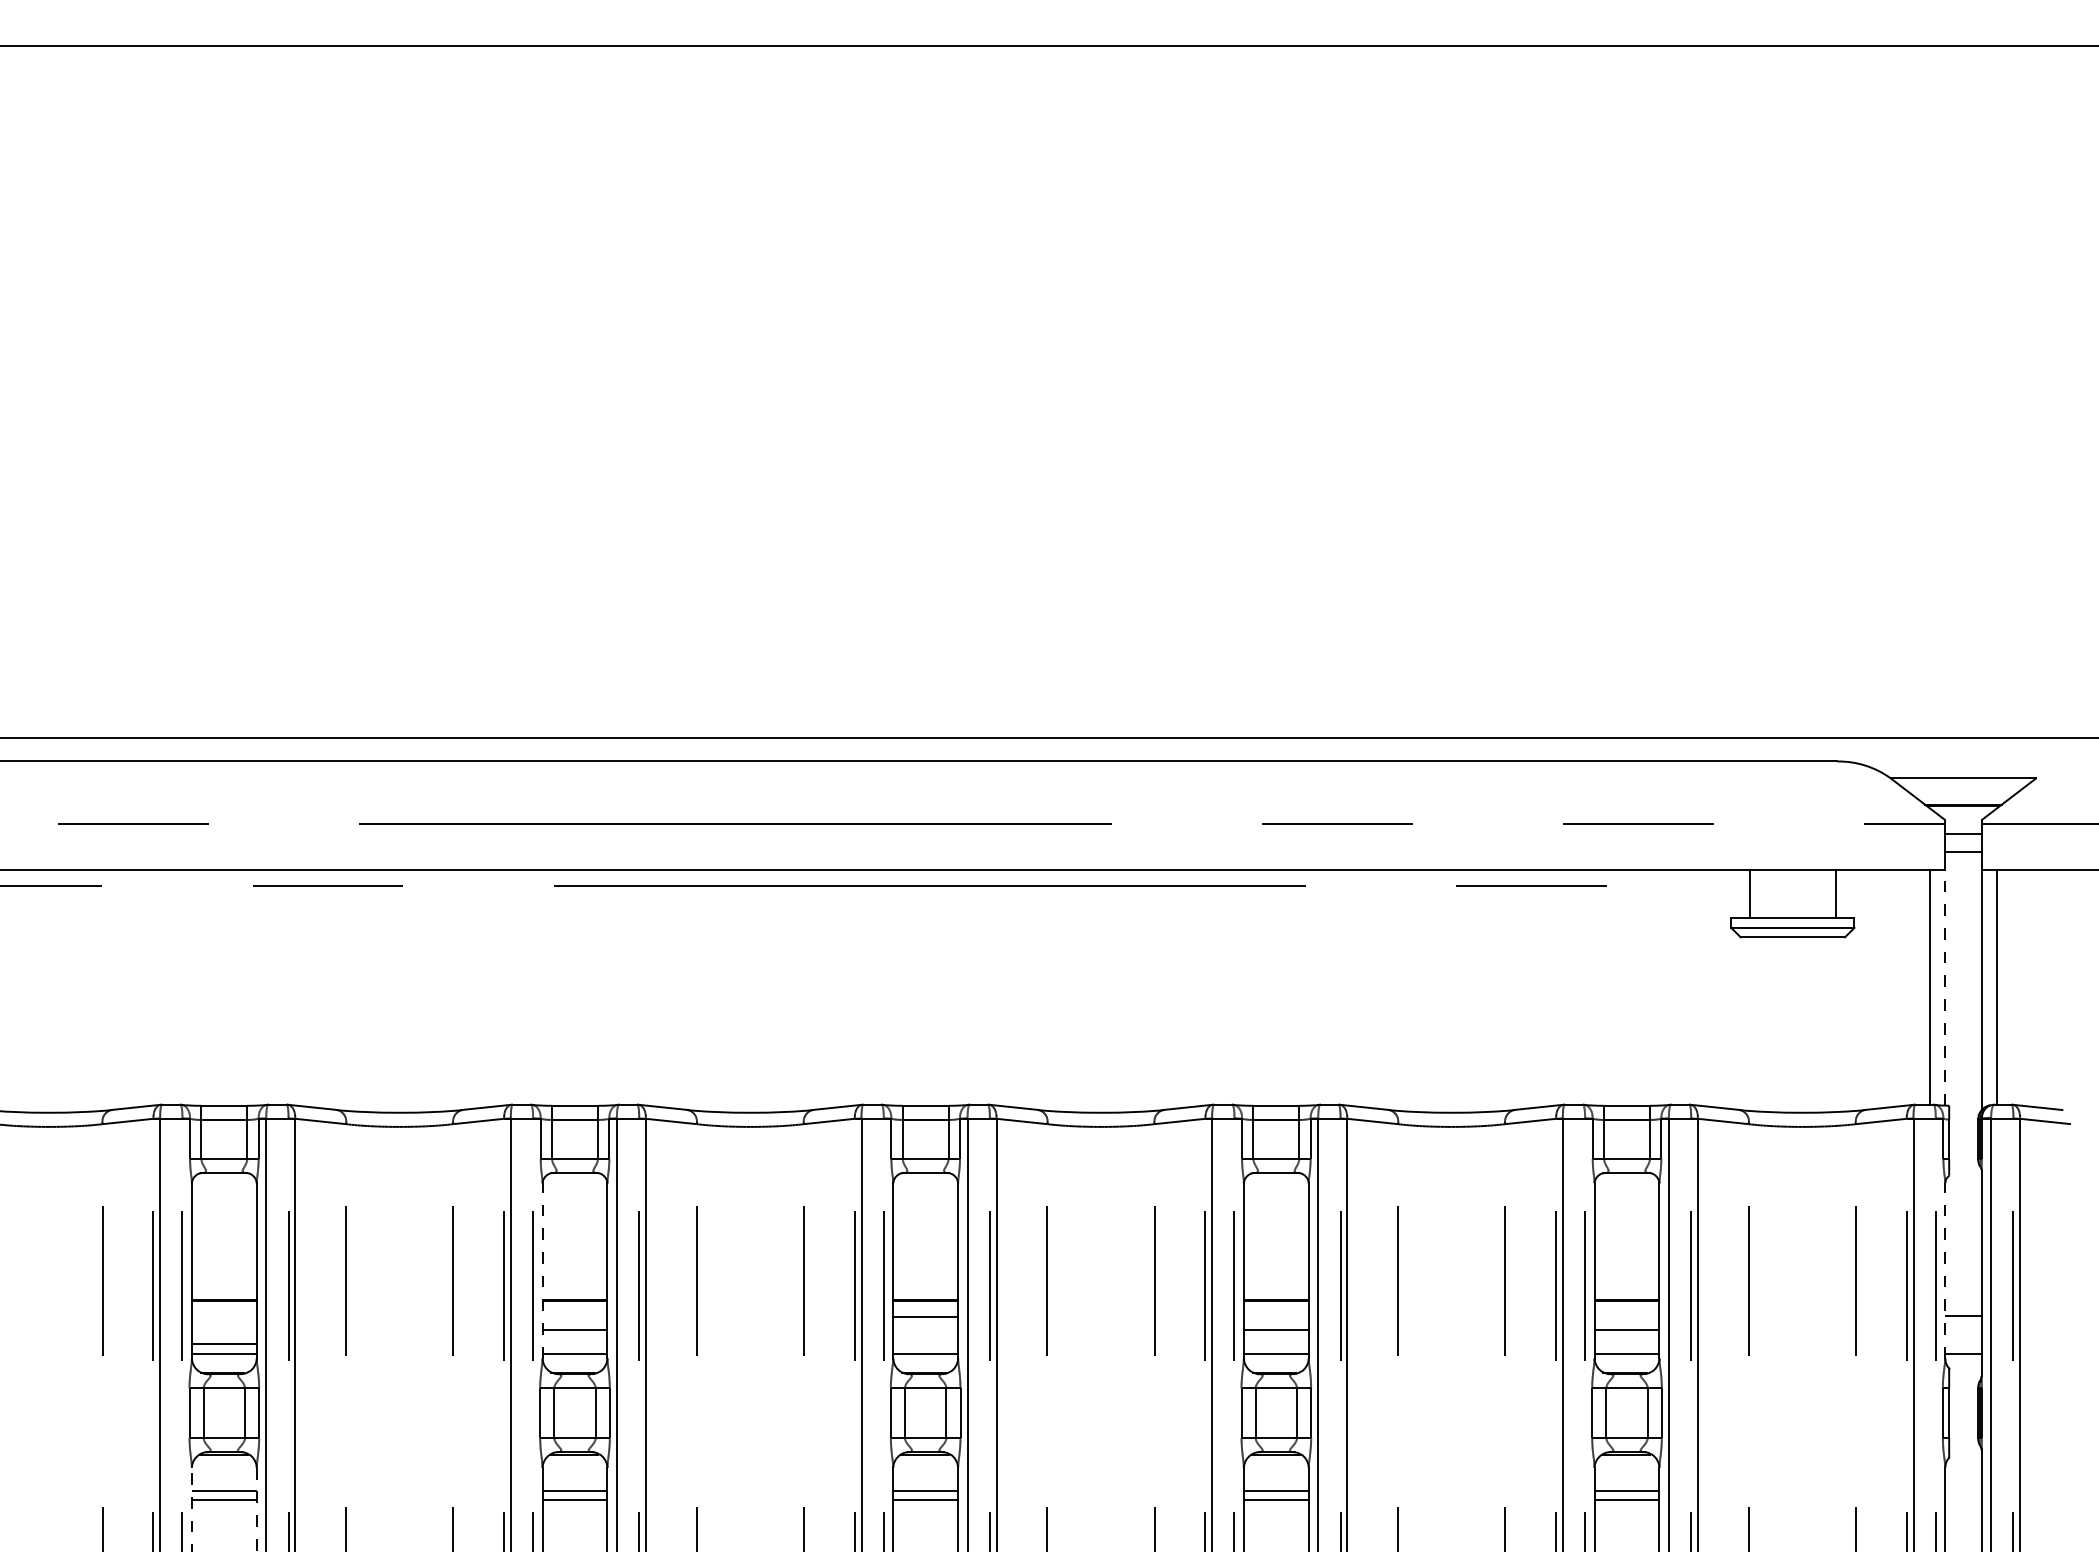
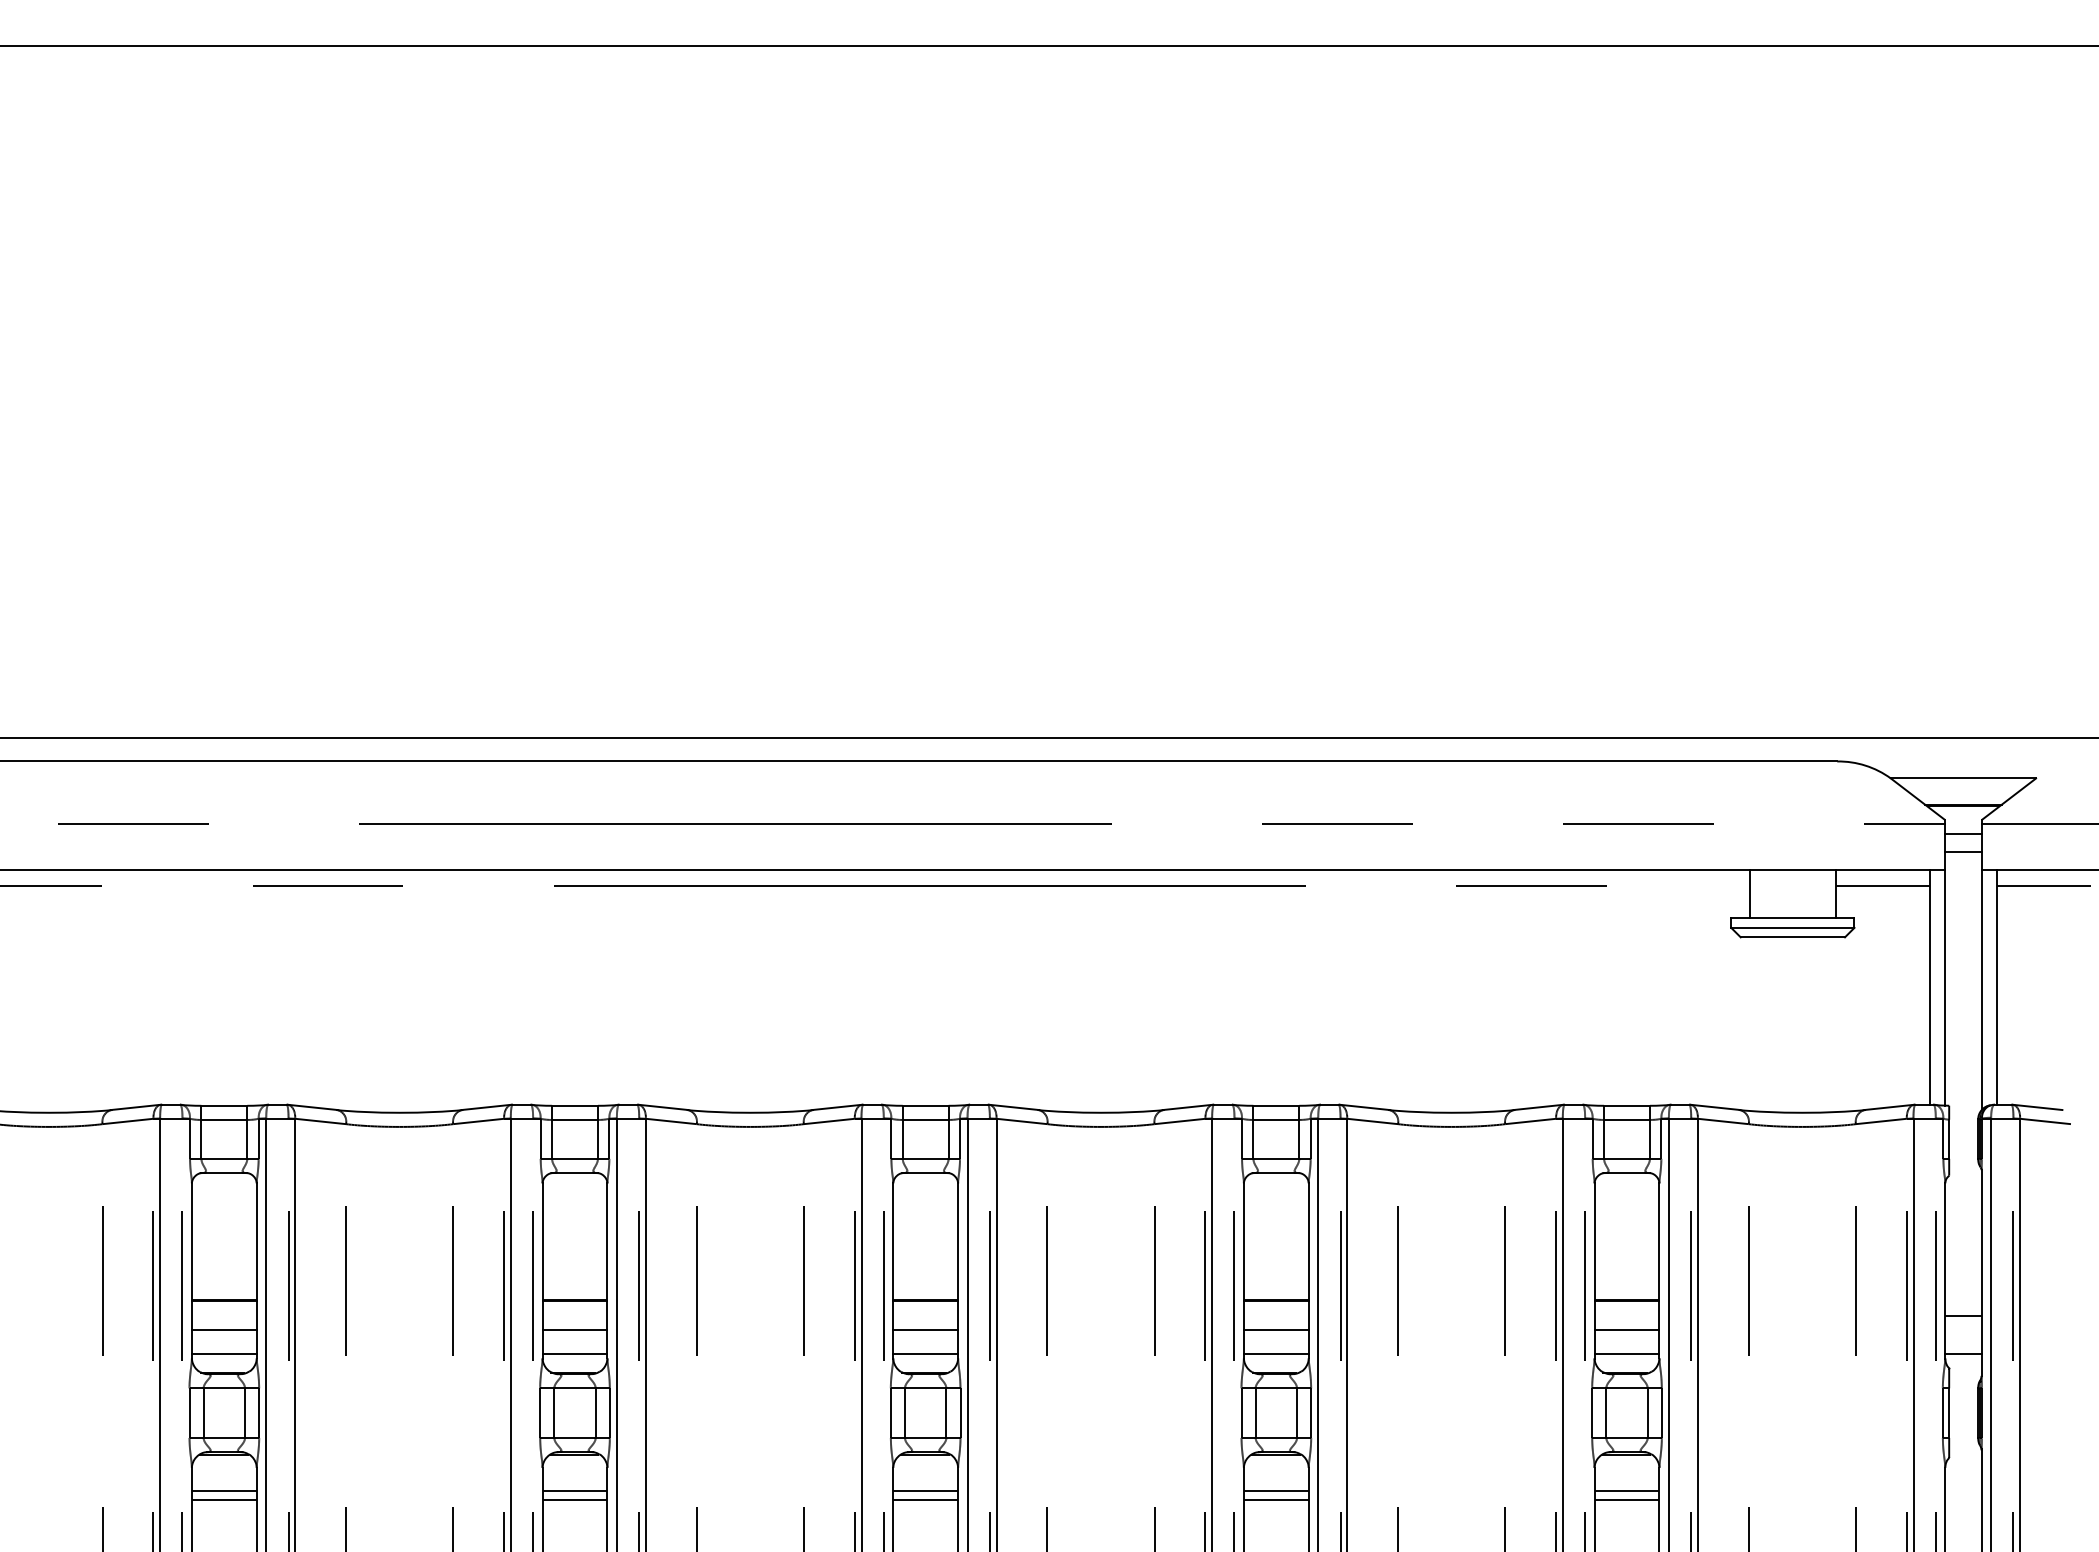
line at (1882, 886): none -> present
line at (2043, 886): none -> present
line at (1944, 987): dashed -> solid
line at (542, 1270): dashed -> solid
line at (1945, 1270): dashed -> solid
line at (925, 1317) position: (925, 1317) -> (925, 1330)
line at (223, 1344) position: (223, 1344) -> (223, 1330)
line at (191, 1509): dashed -> solid
line at (256, 1509): dashed -> solid
